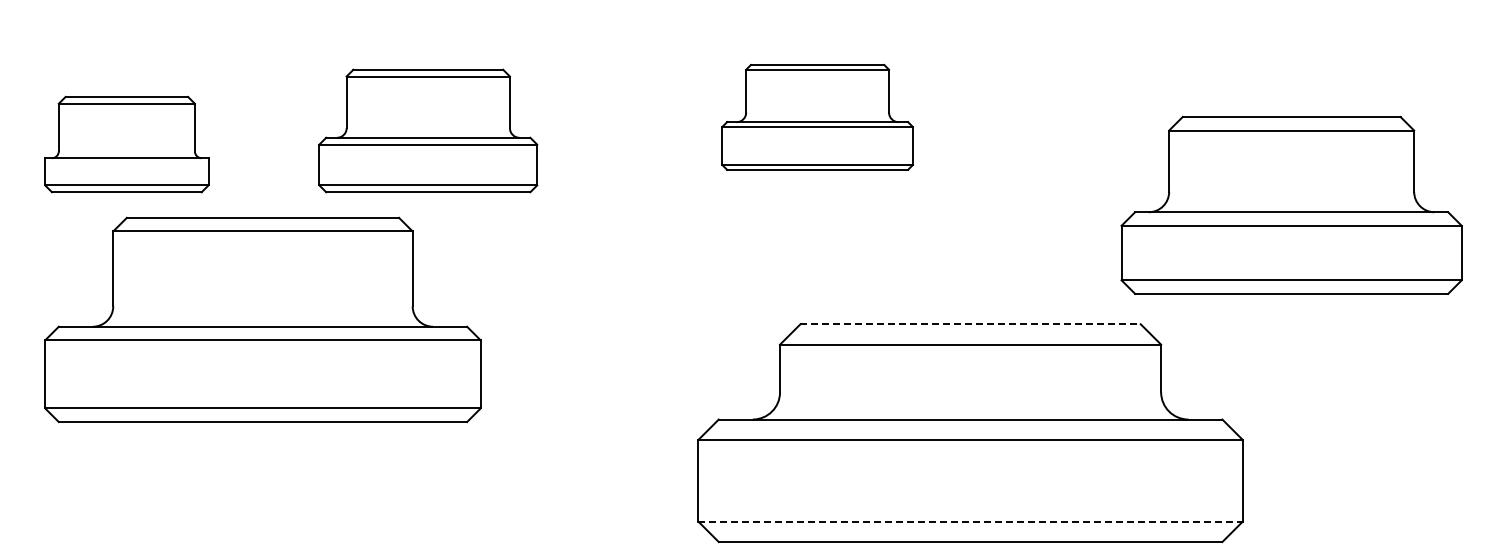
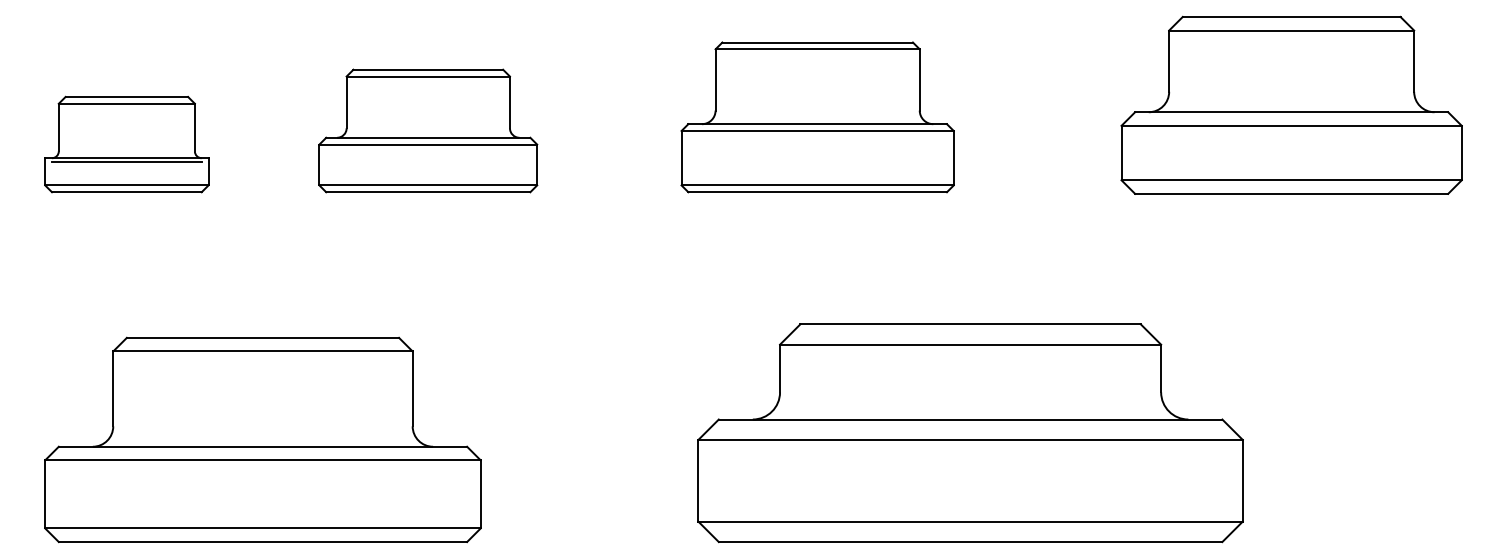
part at (817, 116) size: 193x108 px -> 275x153 px
line at (126, 162): none -> present
part at (1291, 204) position: (1291, 204) -> (1291, 104)
part at (262, 319) position: (262, 319) -> (262, 439)
line at (971, 324): dashed -> solid
line at (971, 521): dashed -> solid
